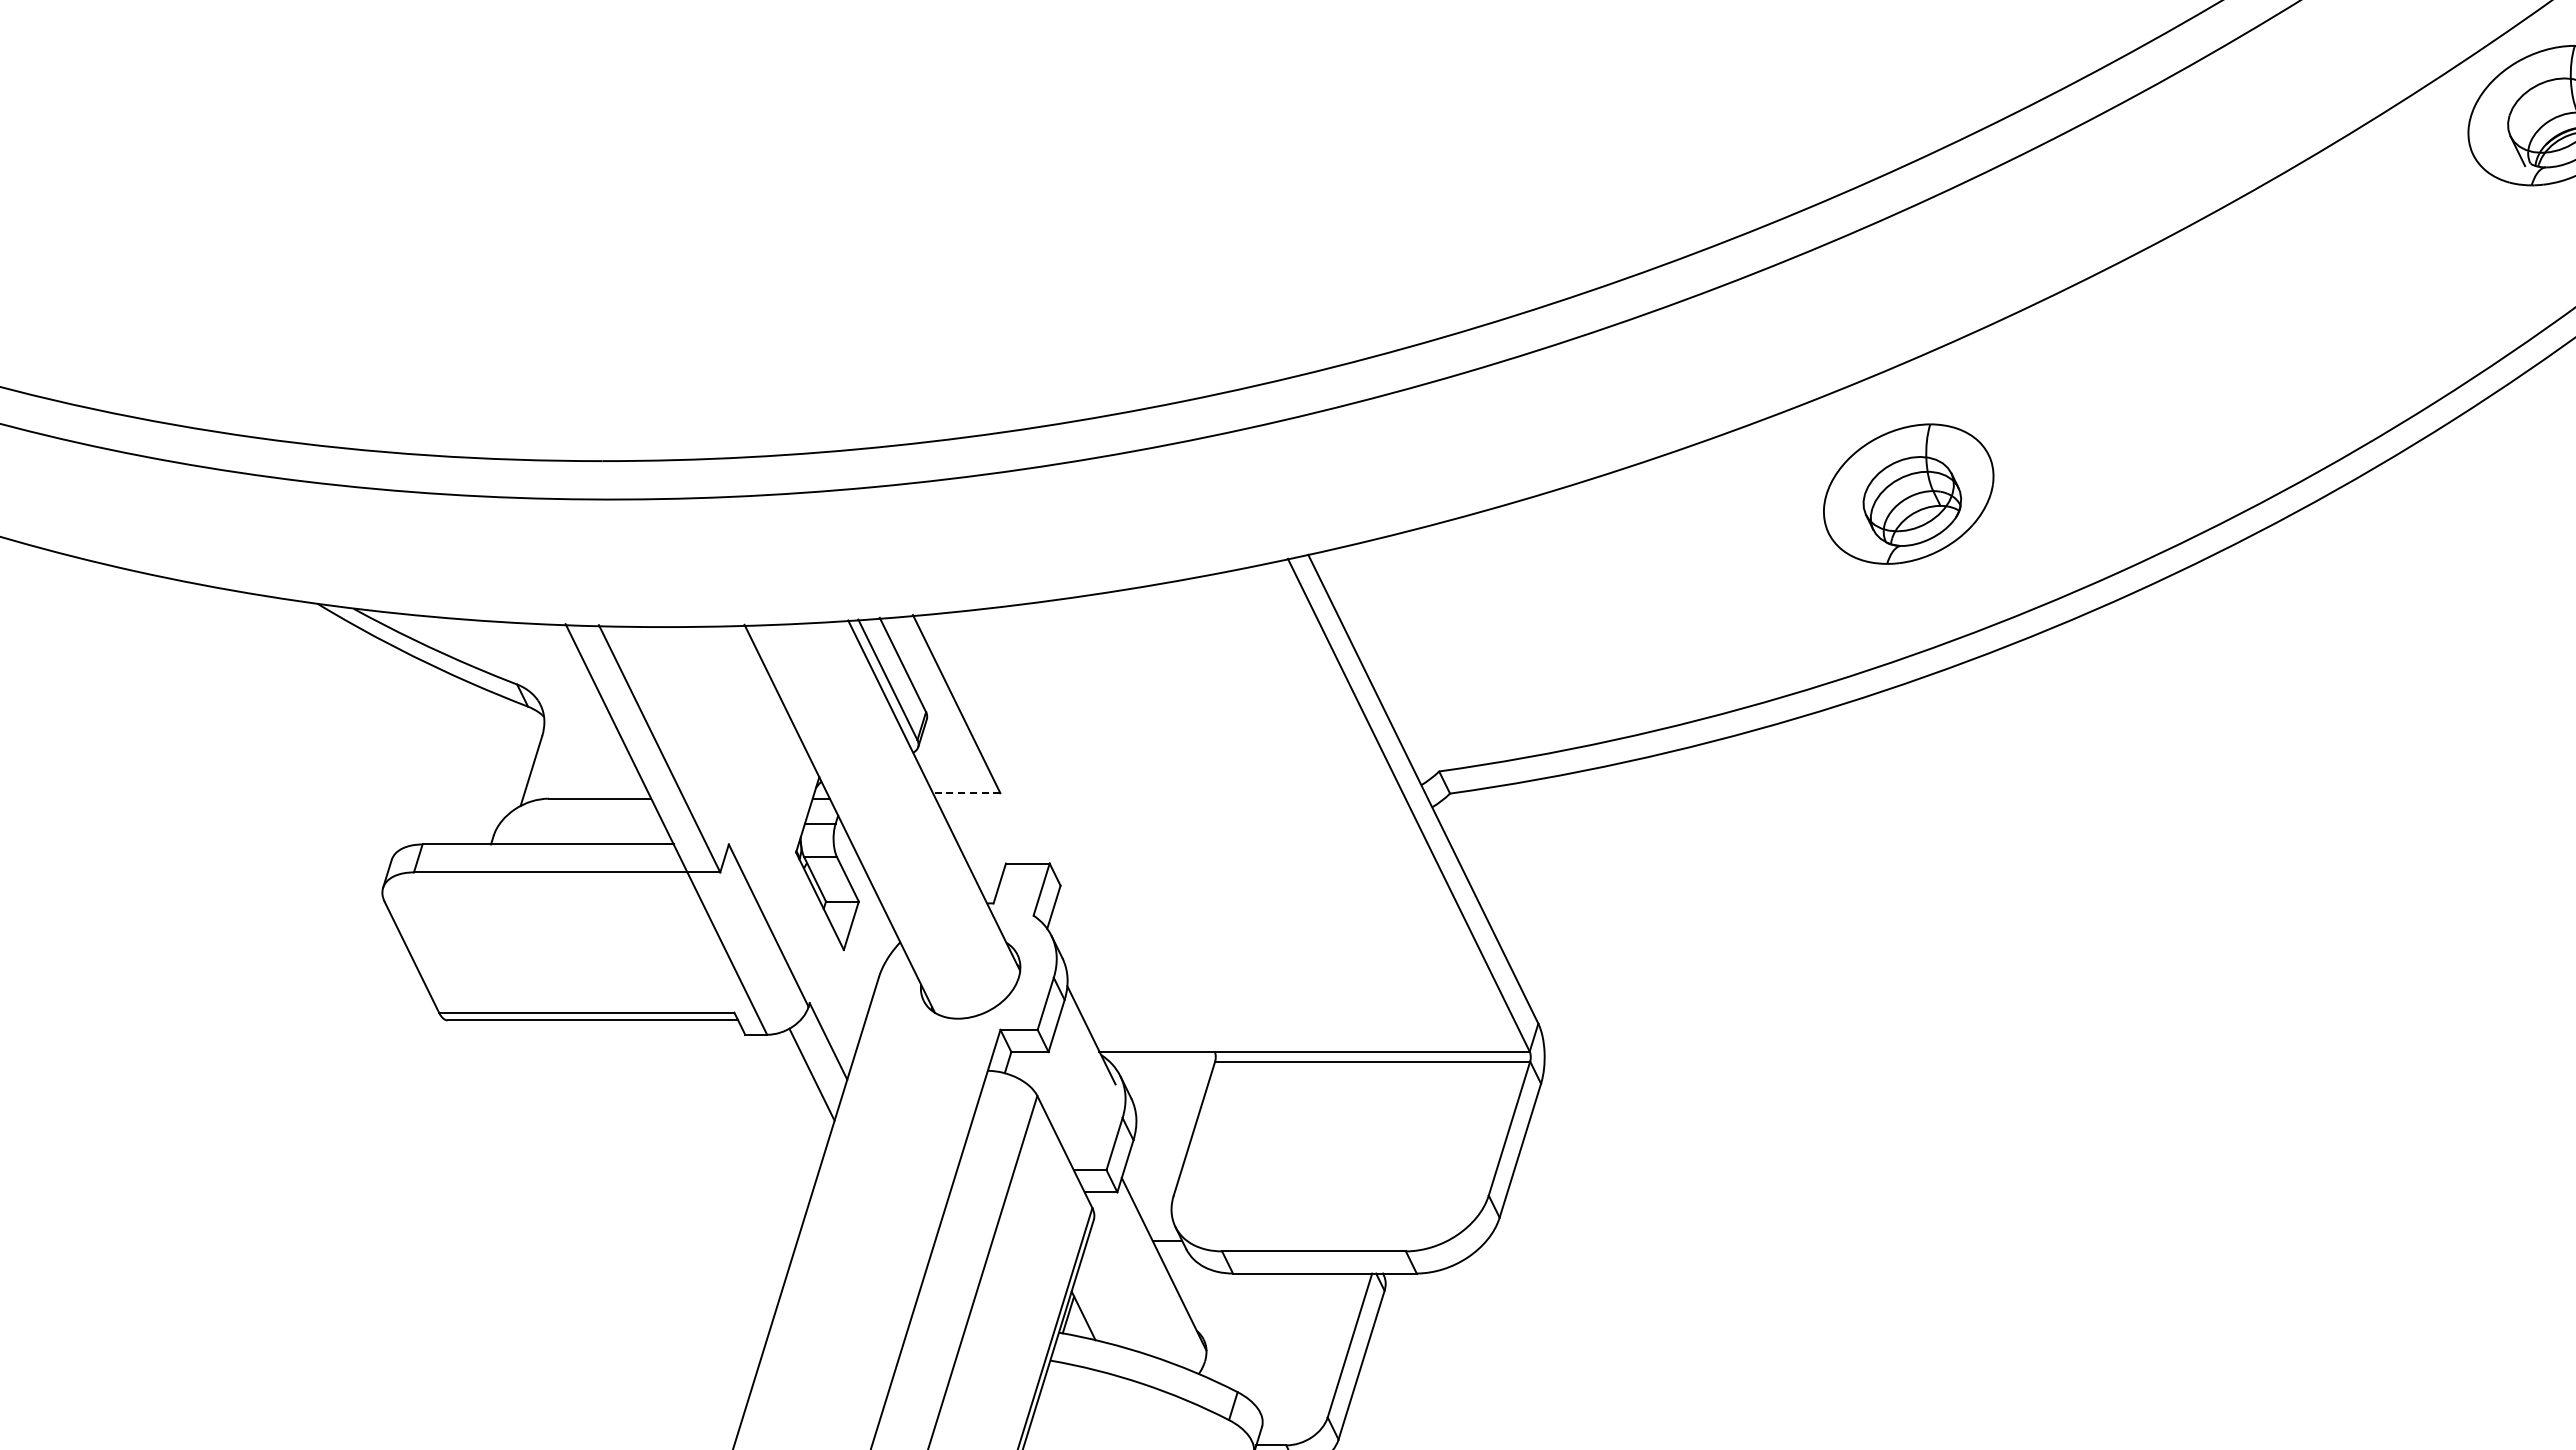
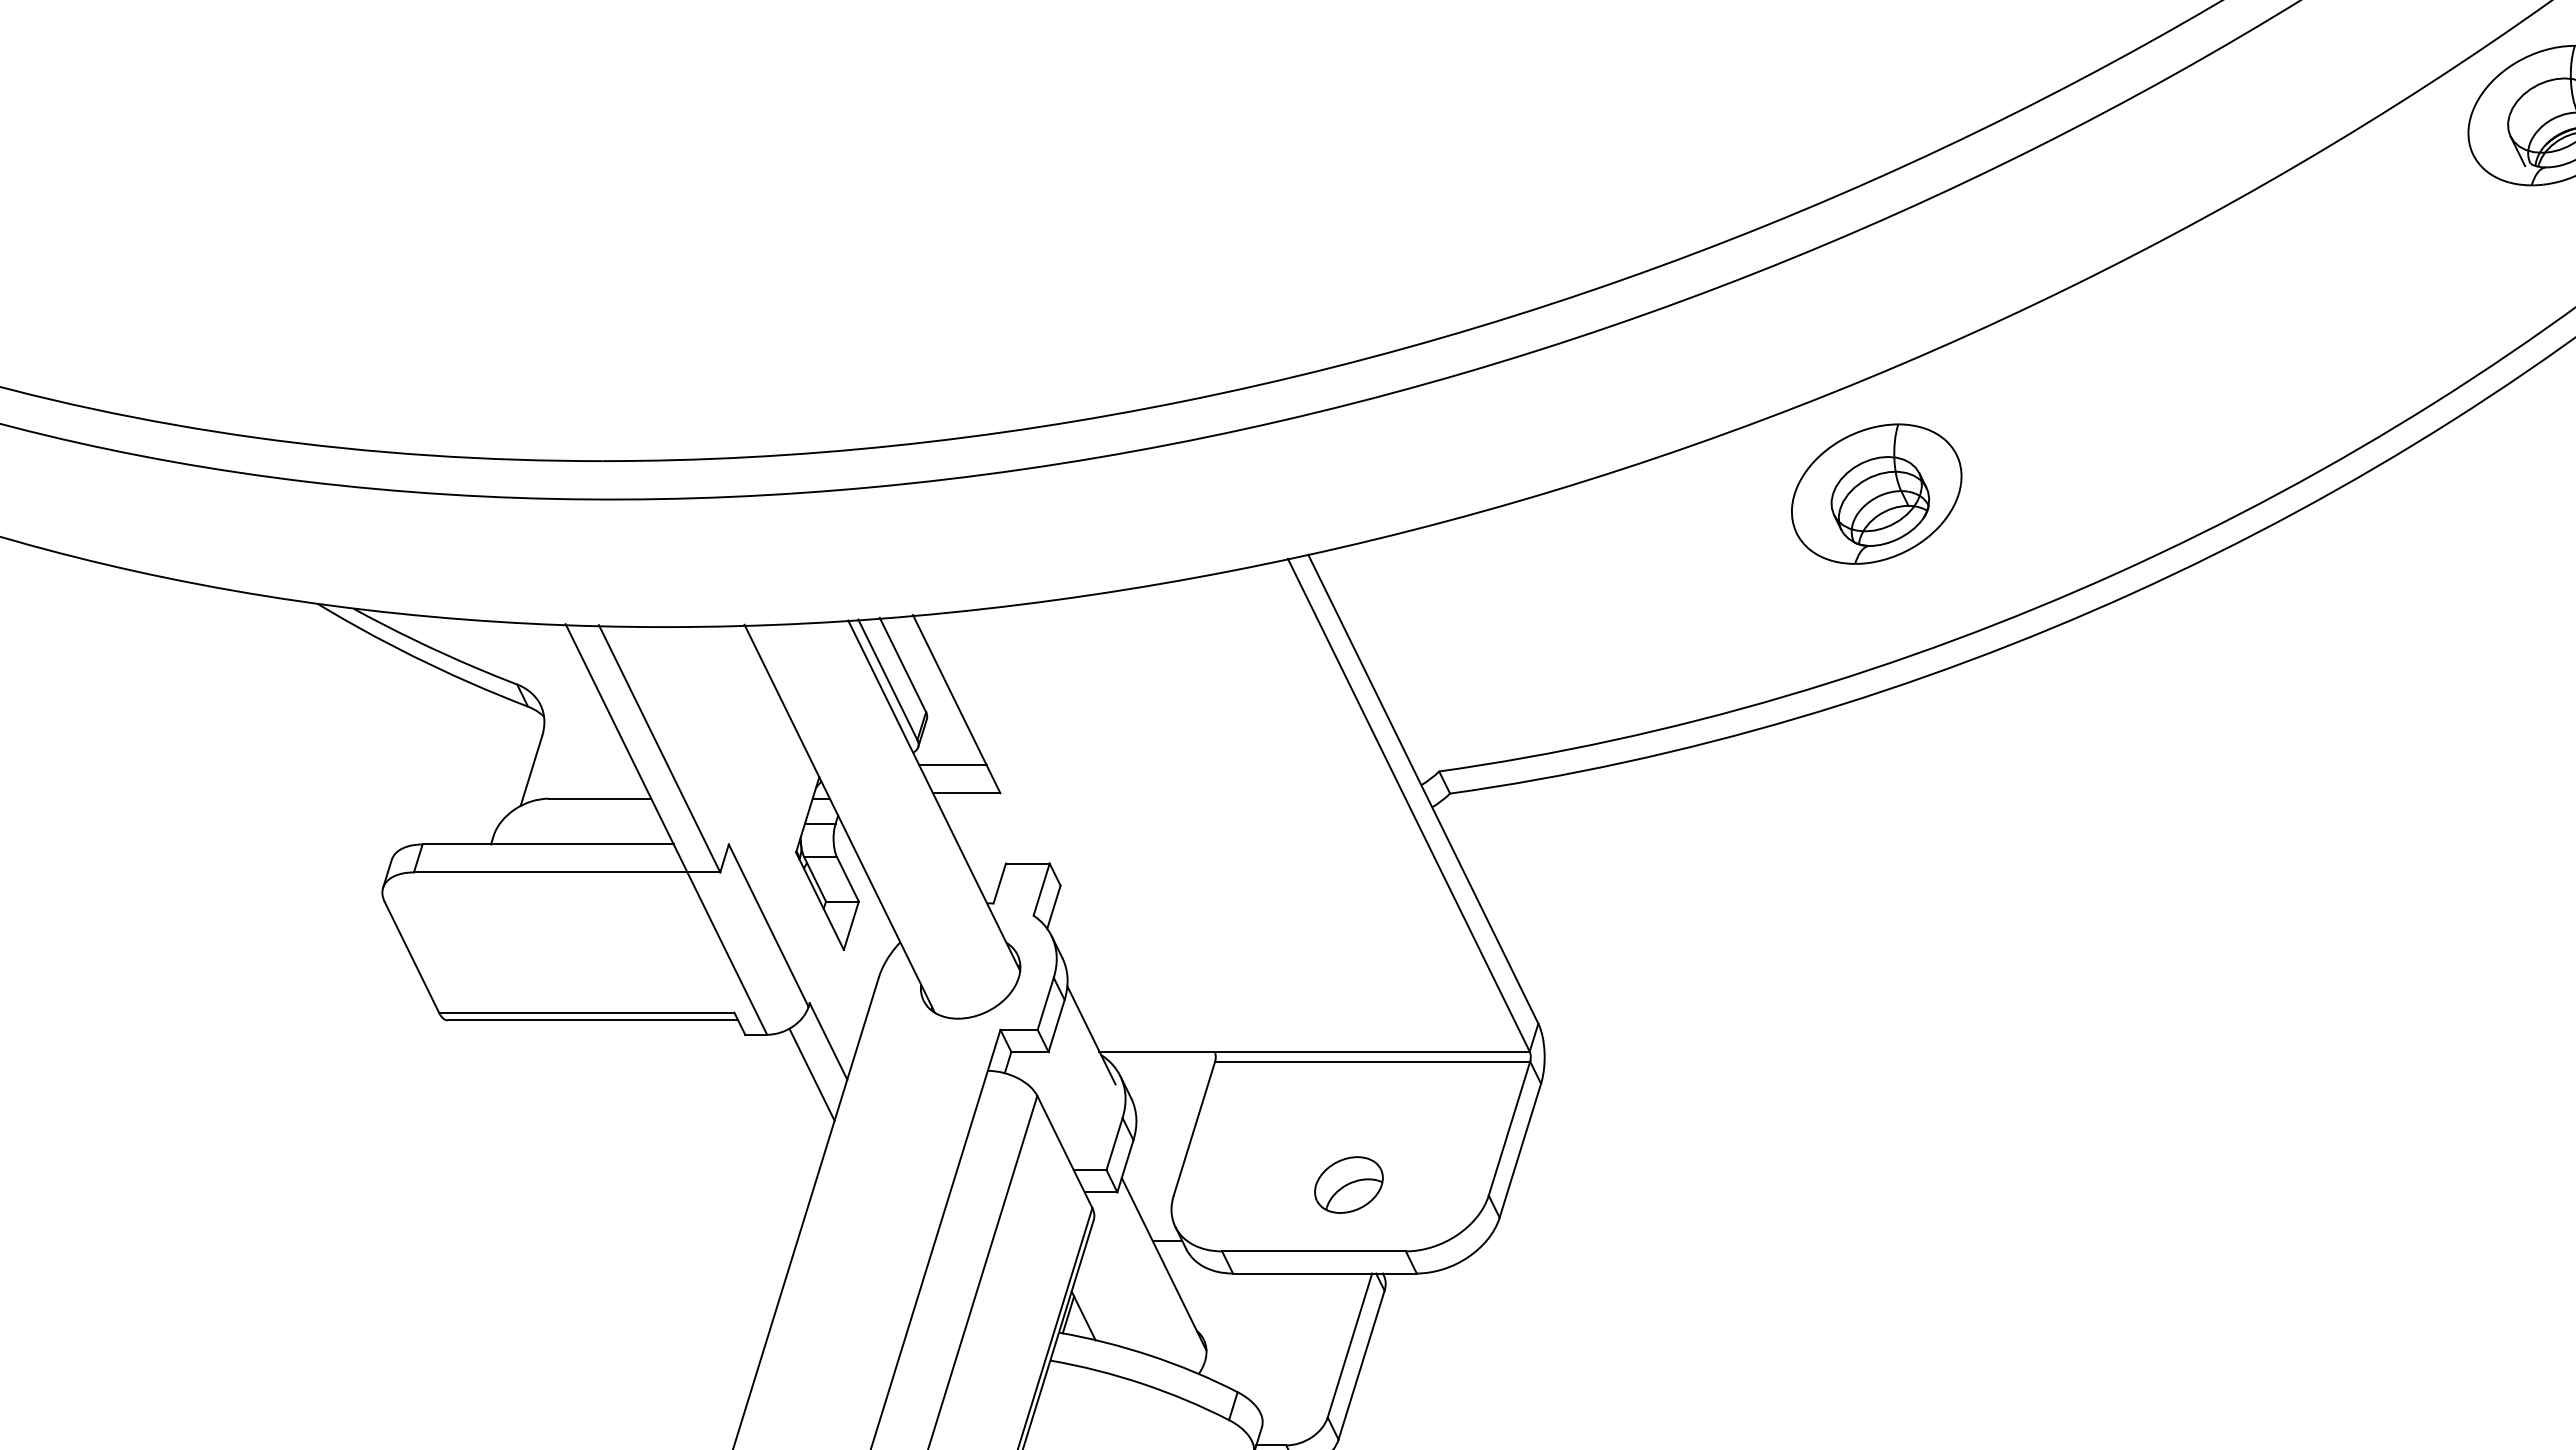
part at (1908, 493) position: (1908, 493) -> (1876, 493)
line at (952, 765): none -> present
line at (966, 793): dashed -> solid
part at (1348, 1184): none -> present
